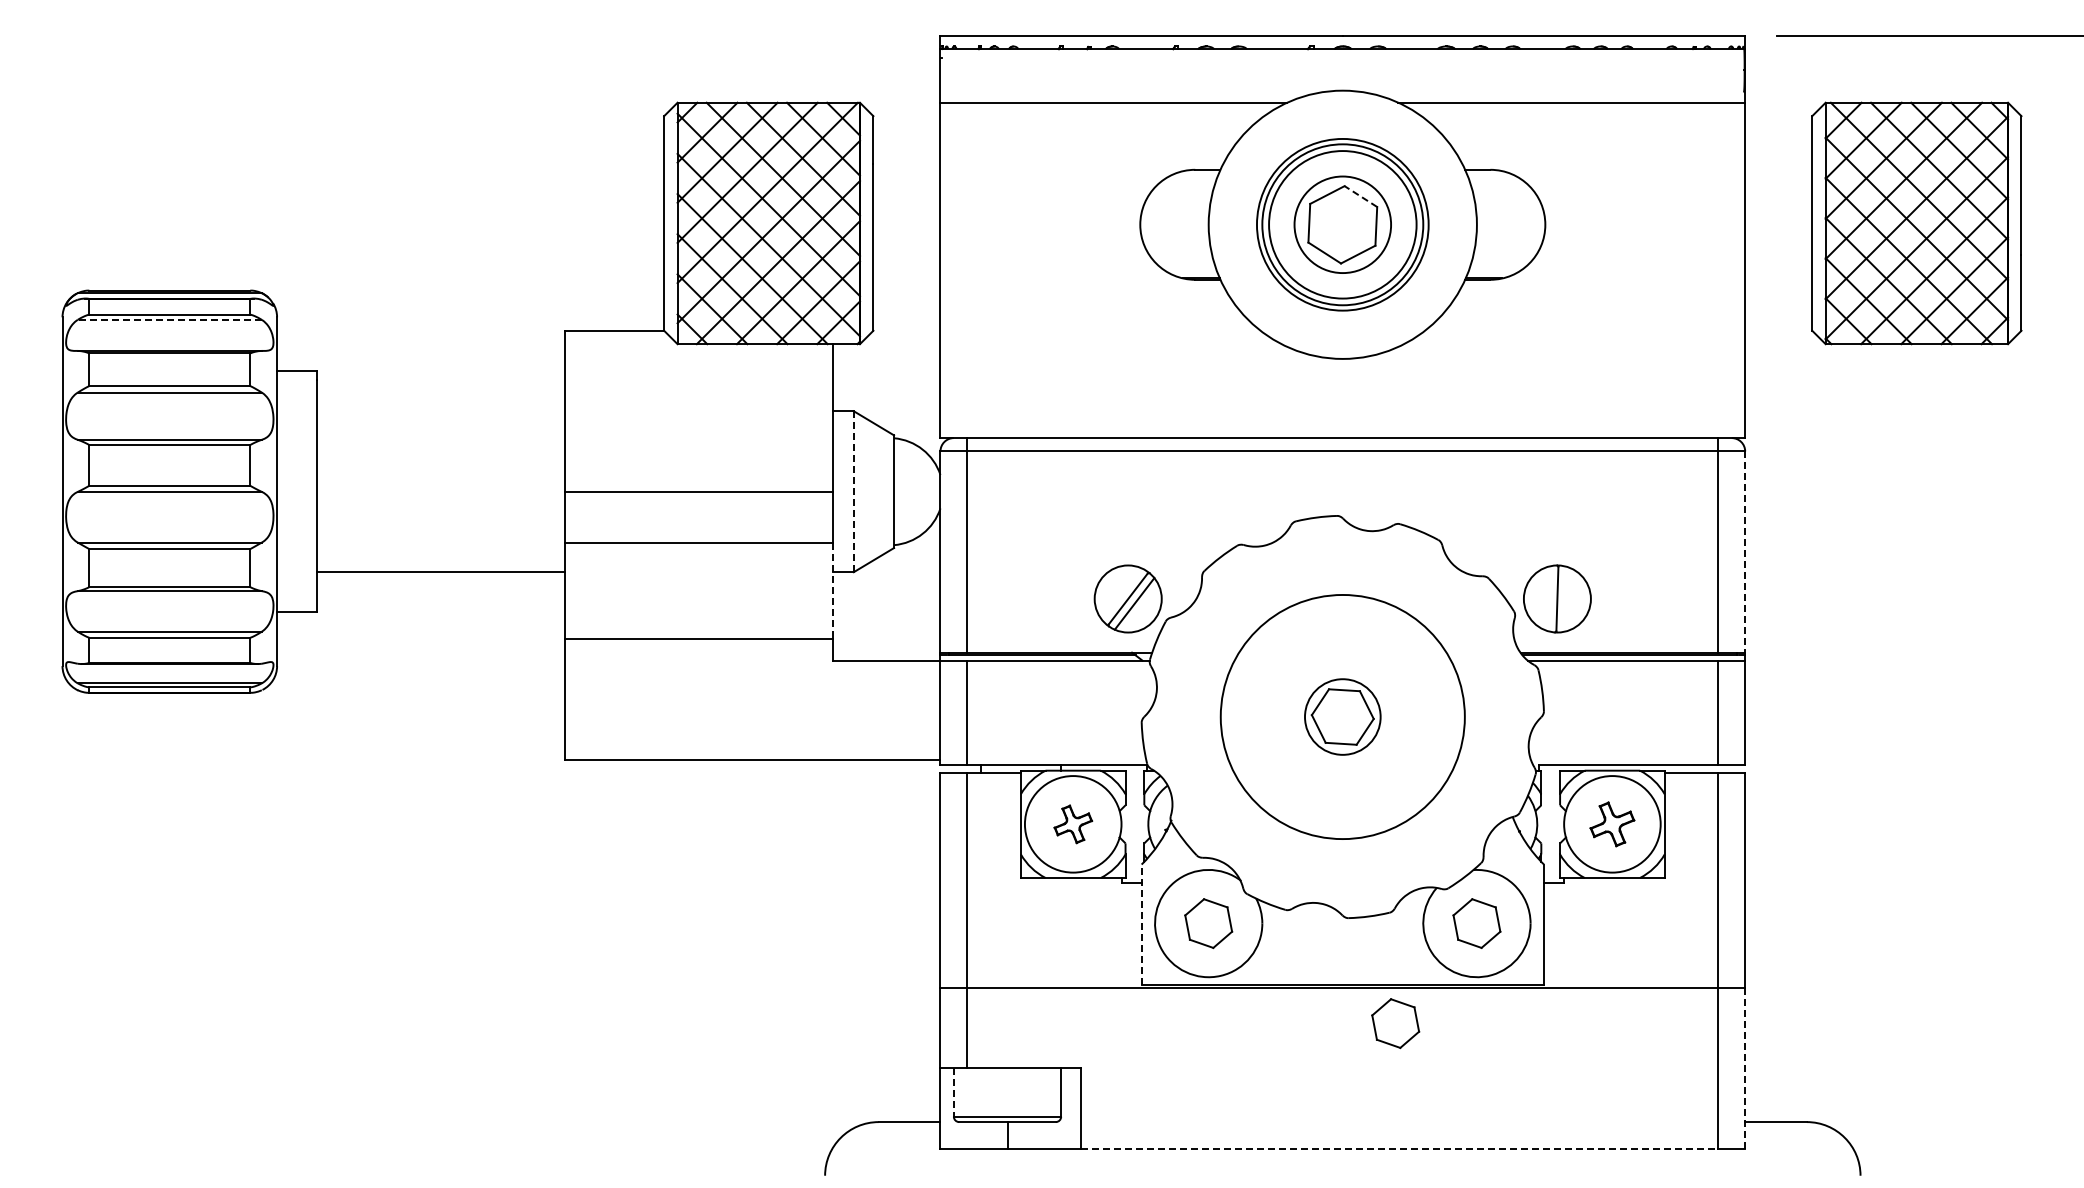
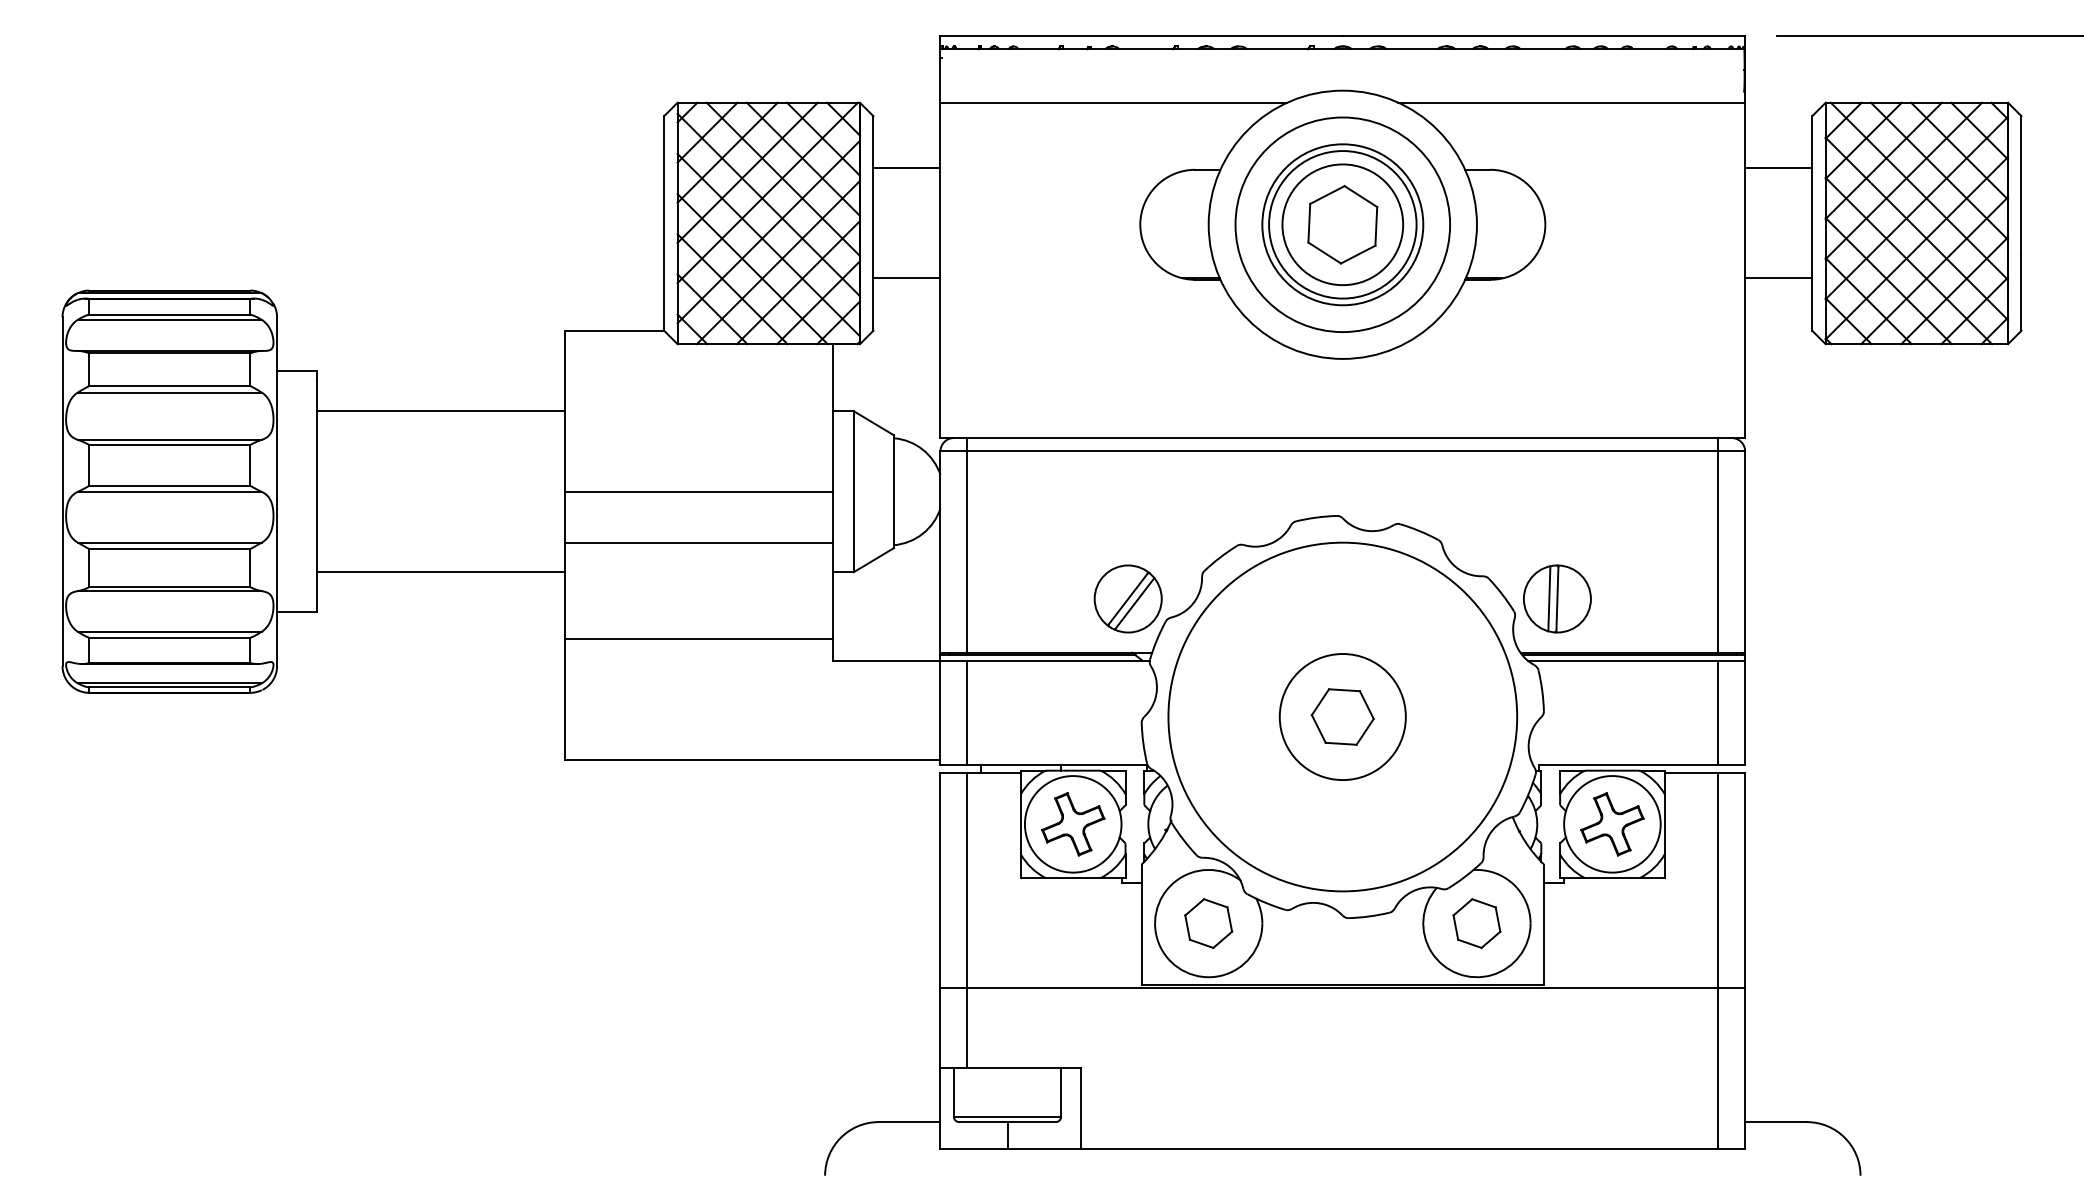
line at (906, 168): none -> present
line at (1778, 168): none -> present
line at (1360, 196): dashed -> solid
circle at (1342, 224) diameter: 172 px -> 215 px
circle at (1342, 224) diameter: 97 px -> 121 px
line at (906, 278): none -> present
line at (1778, 278): none -> present
line at (169, 319): dashed -> solid
line at (440, 411): none -> present
line at (853, 492): dashed -> solid
line at (1745, 552): dashed -> solid
line at (833, 591): dashed -> solid
line at (1549, 598): none -> present
circle at (1342, 716) diameter: 244 px -> 349 px
circle at (1342, 716) diameter: 76 px -> 126 px
part at (1073, 824) size: 41x41 px -> 65x65 px
part at (1612, 824) size: 47x47 px -> 65x65 px
line at (1141, 924): dashed -> solid
part at (1395, 1023): present -> none
line at (1745, 1068): dashed -> solid
line at (953, 1093): dashed -> solid
line at (1399, 1148): dashed -> solid
